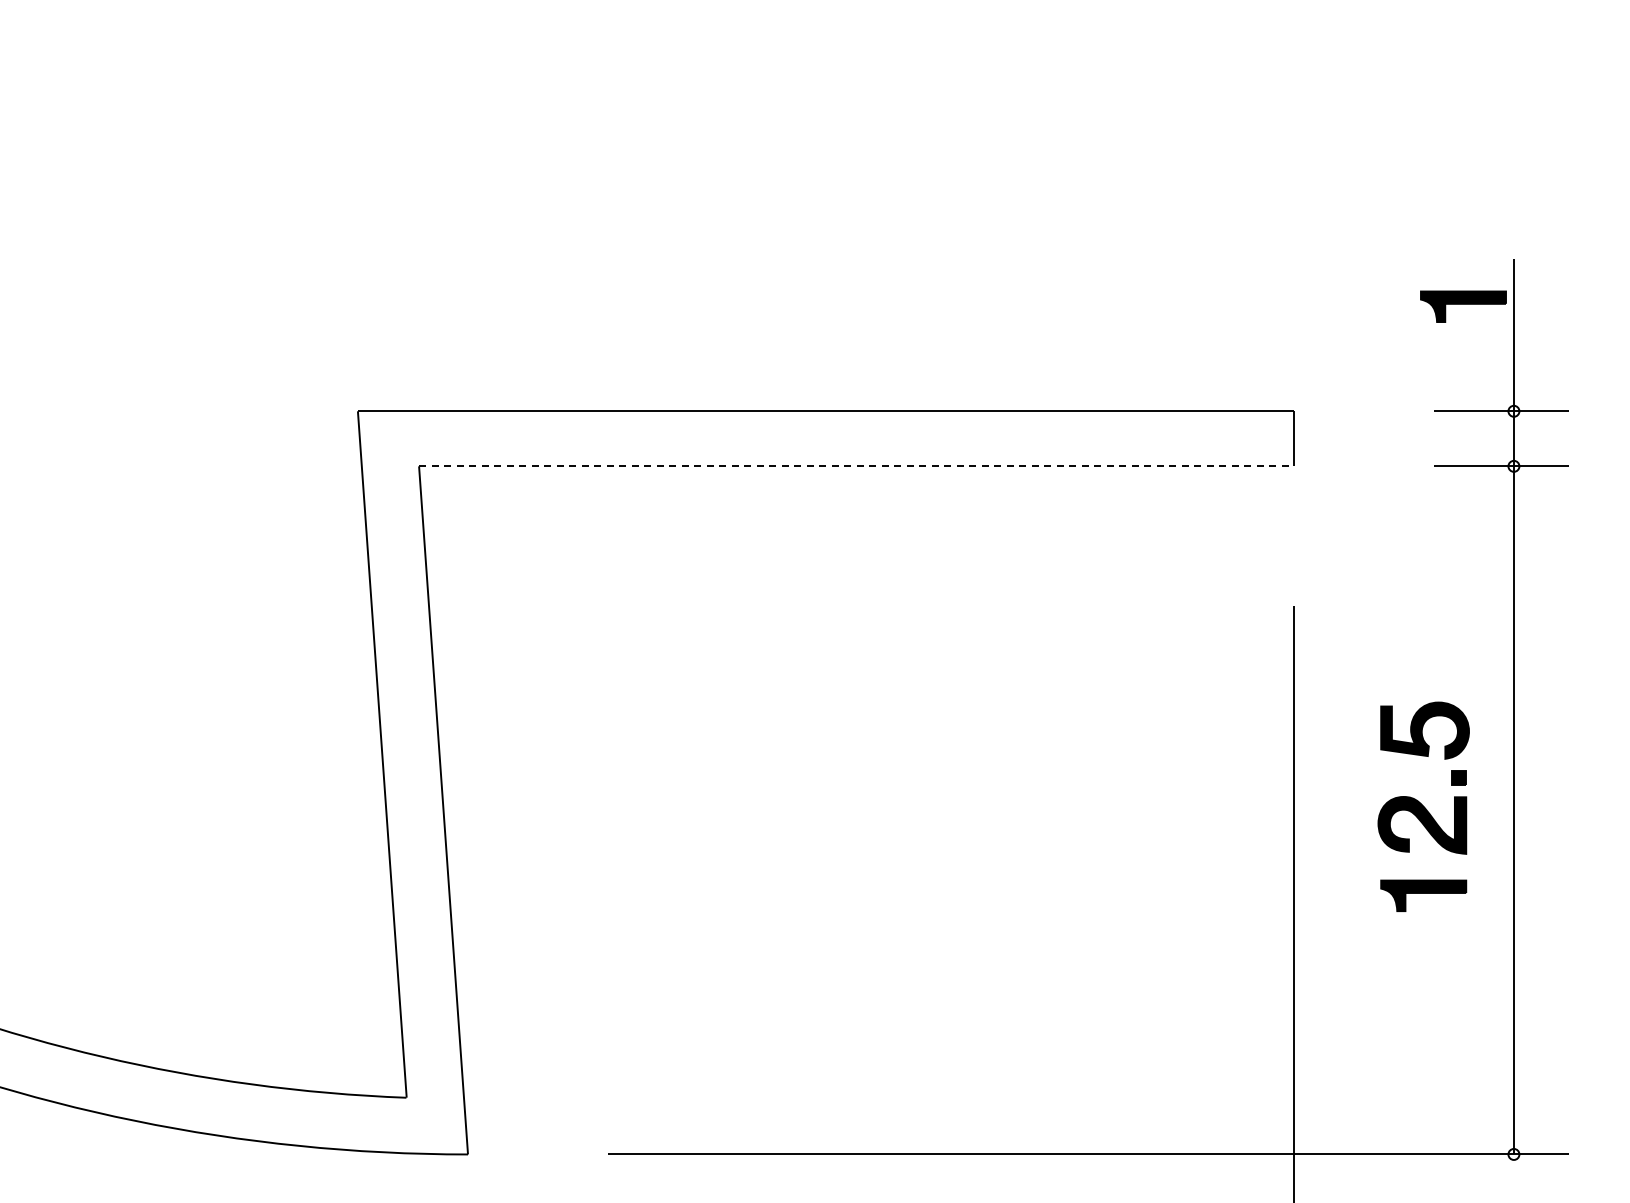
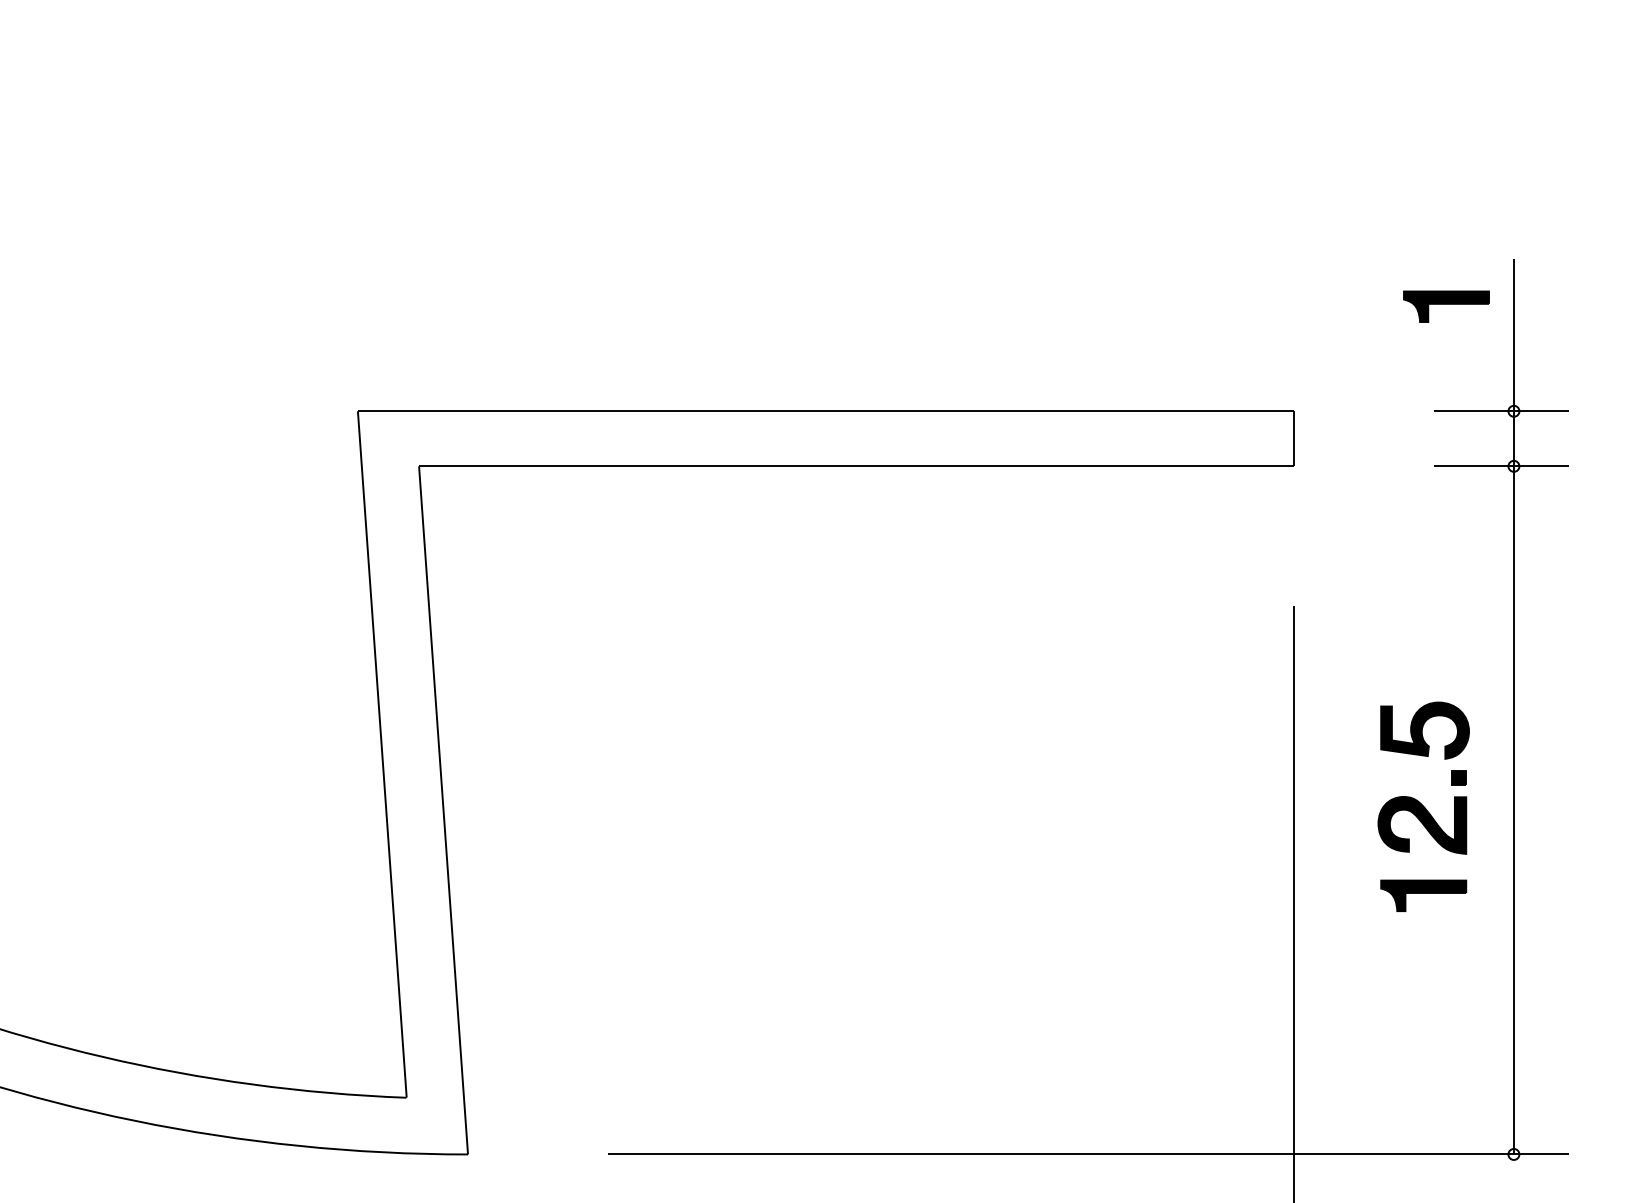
part at (1463, 306) position: (1463, 306) -> (1446, 306)
line at (856, 466): dashed -> solid
